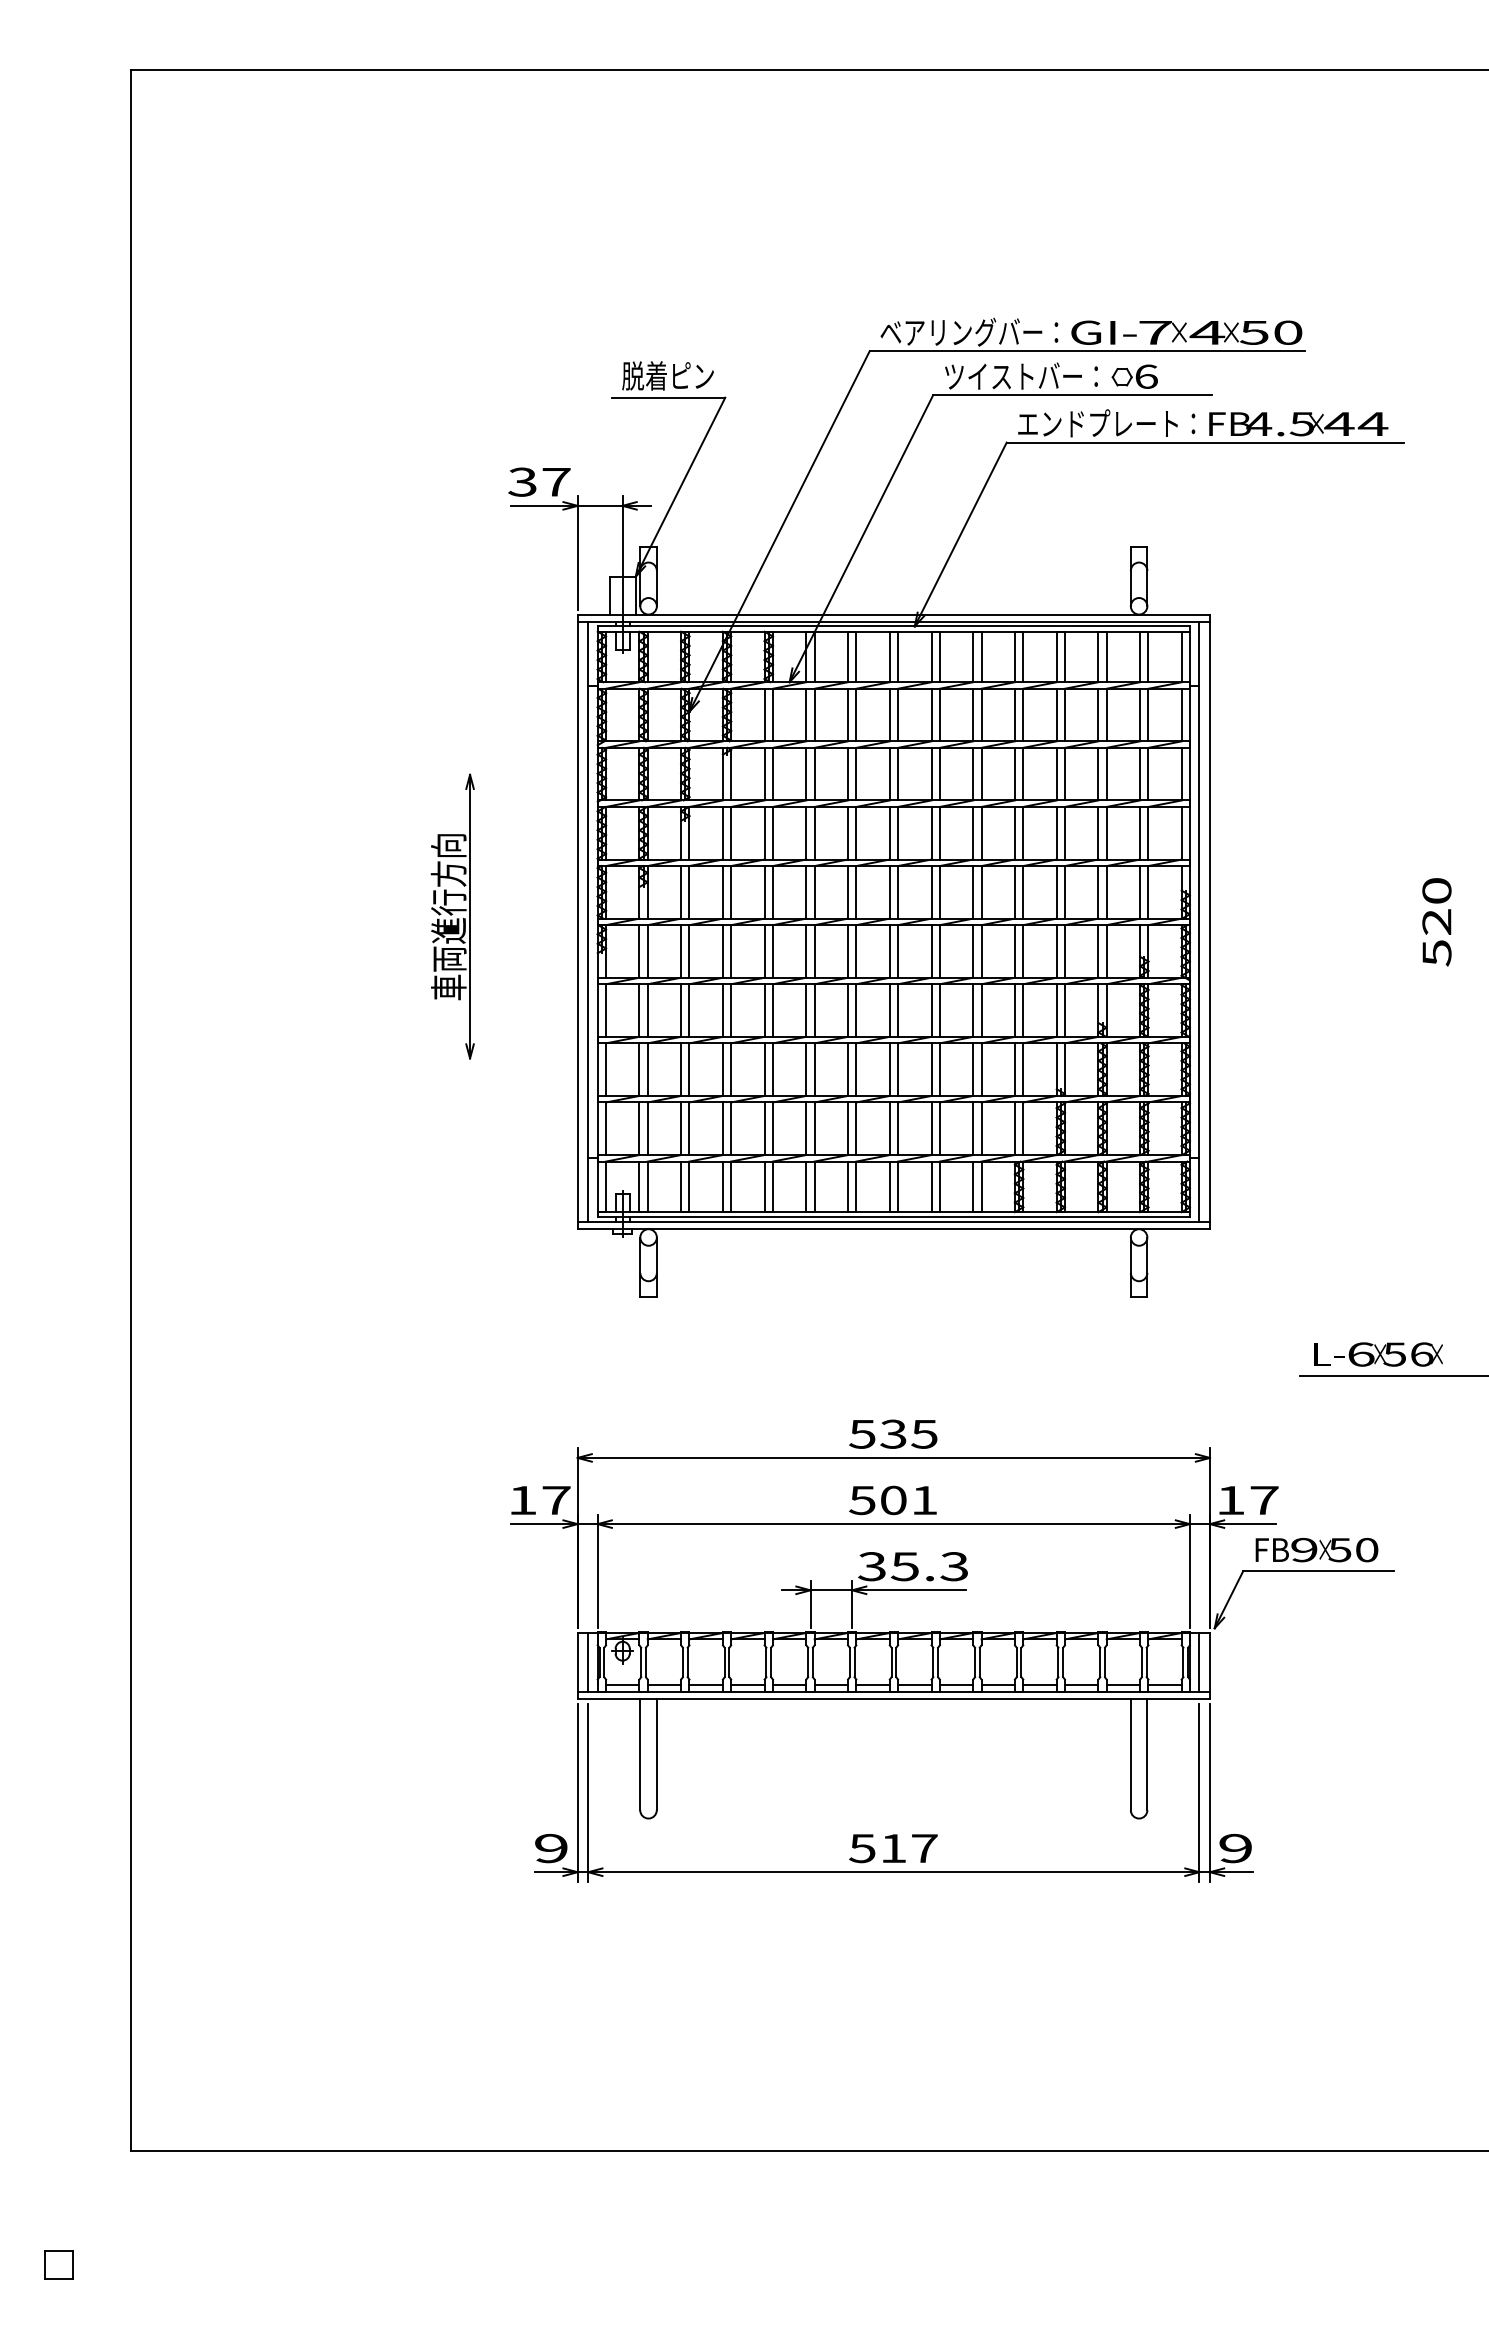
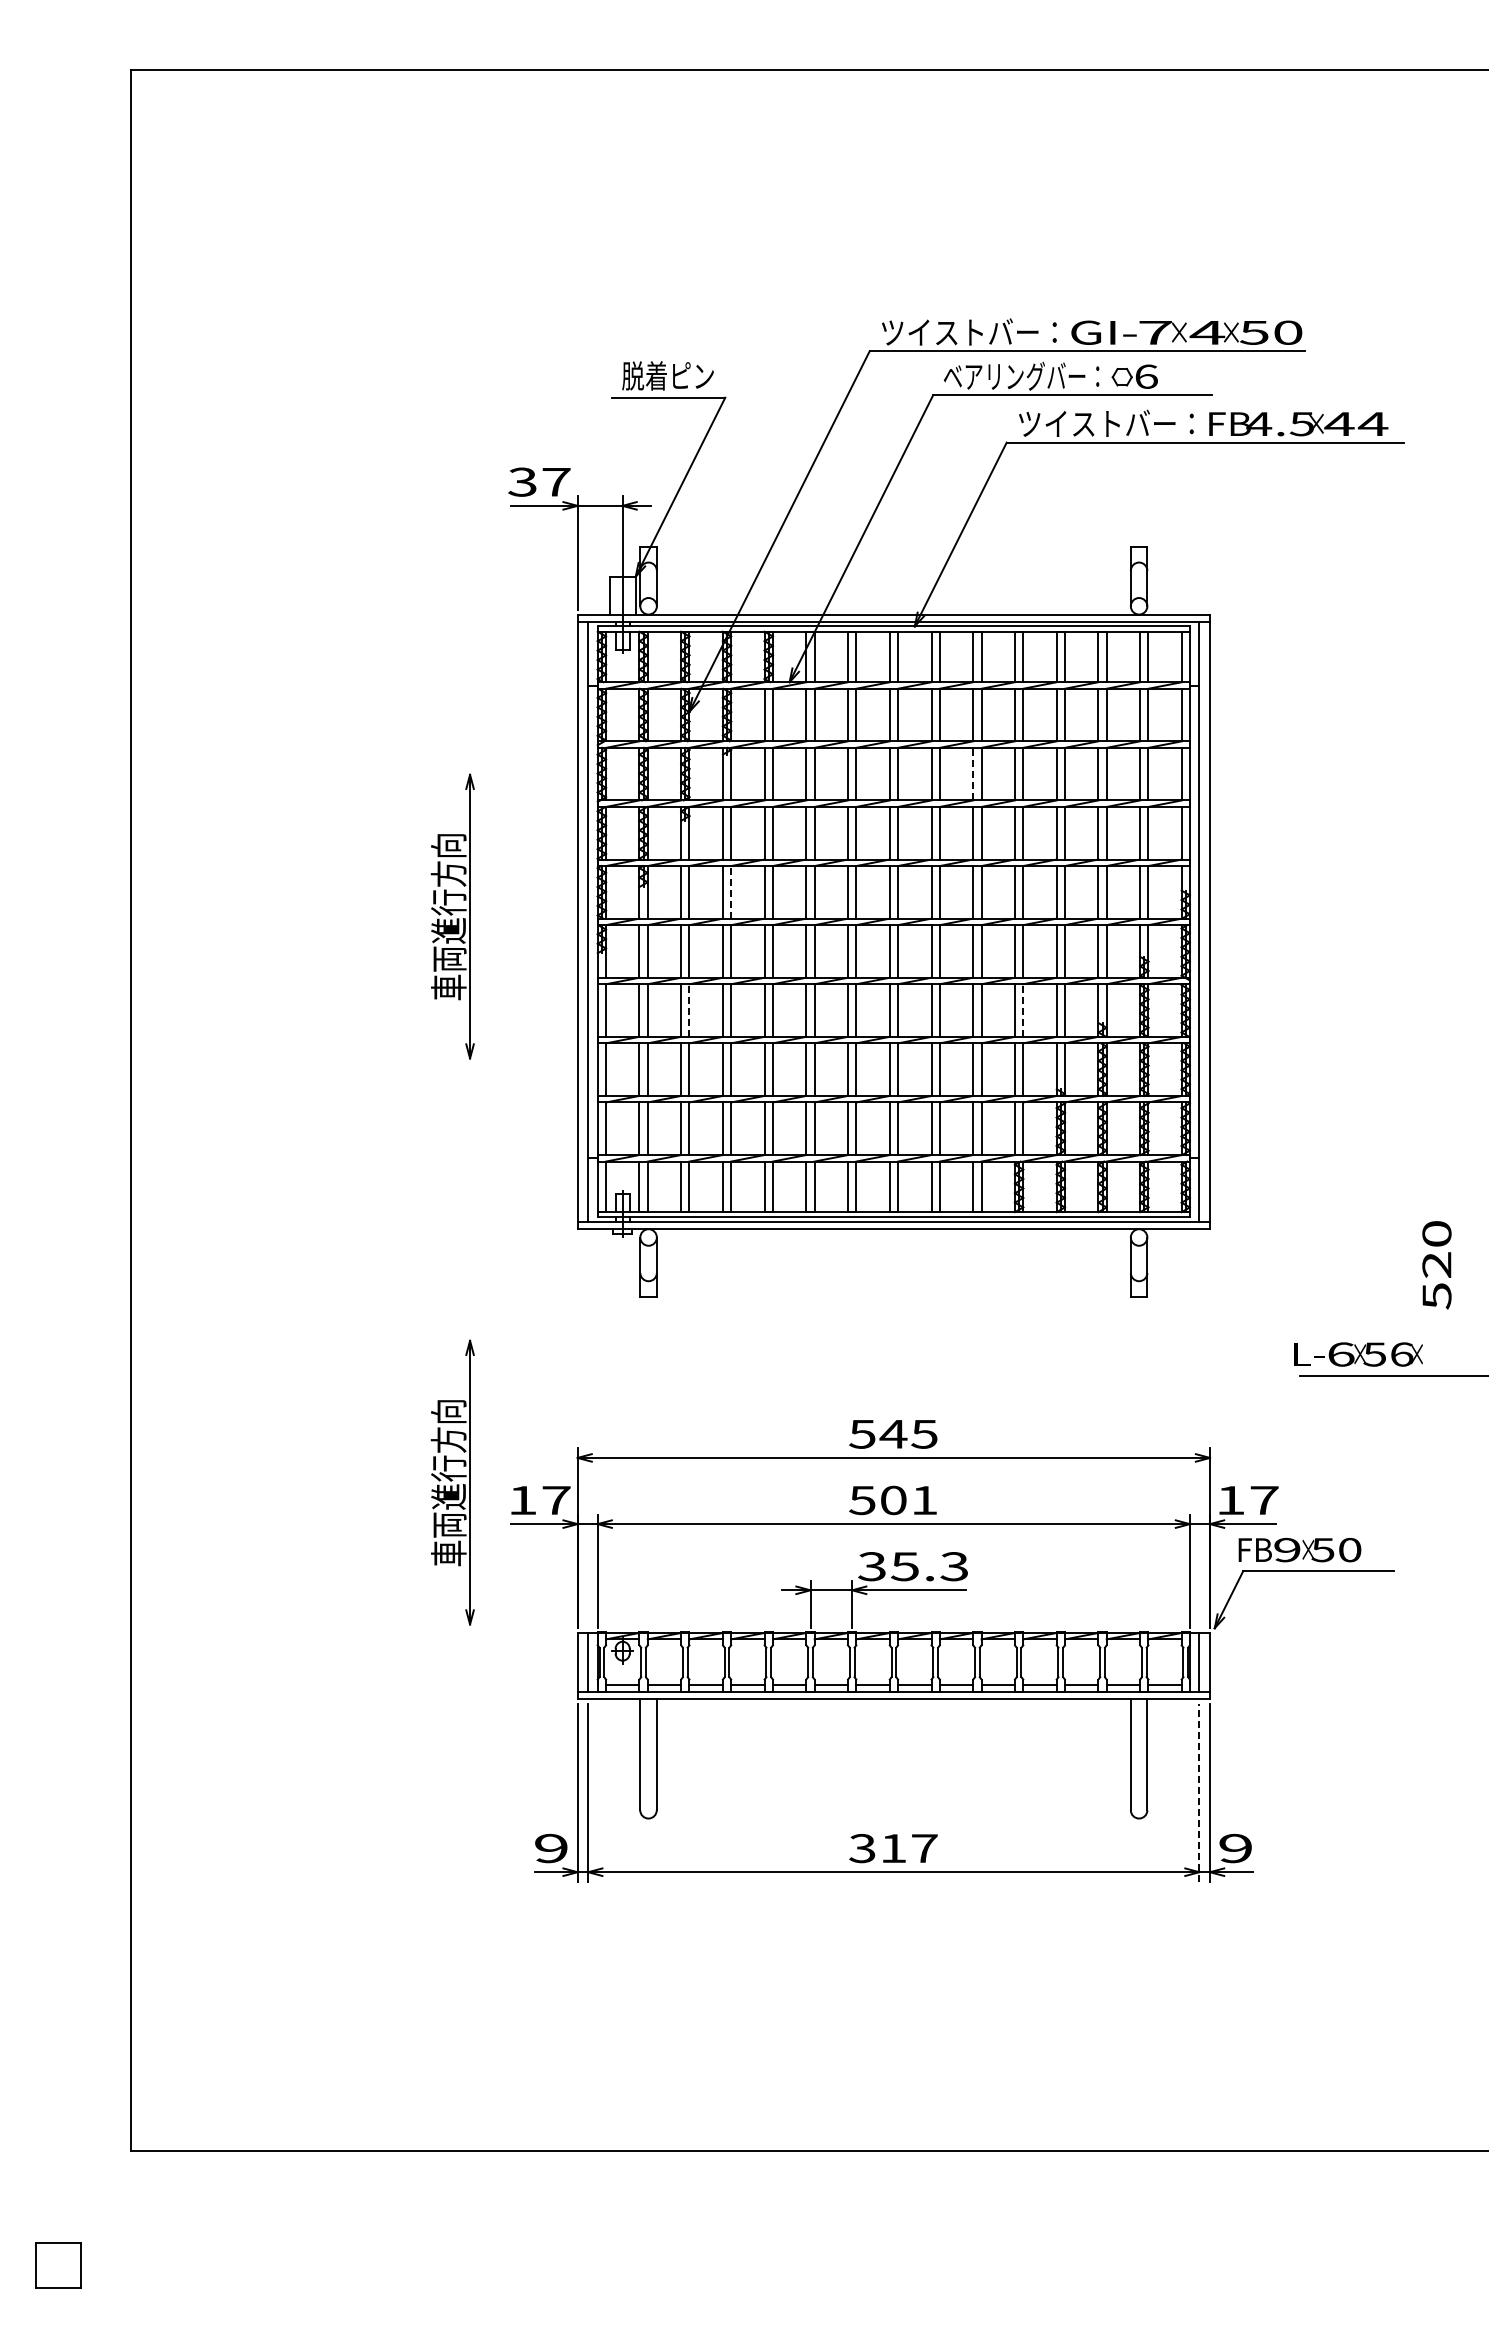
text at (969, 331): ベアリングバー： -> ツイストバー：
text at (1021, 375): ツイストバー： -> ベアリングバー：
text at (1106, 423): エンドプレート： -> ツイストバー：
line at (973, 773): solid -> dashed
line at (731, 891): solid -> dashed
text at (1436, 922) position: (1436, 922) -> (1436, 1265)
line at (689, 1010): solid -> dashed
line at (1023, 1010): solid -> dashed
text at (1378, 1354) position: (1378, 1354) -> (1358, 1354)
text at (893, 1433): 535 -> 545
part at (452, 1482): none -> present
text at (1316, 1550) position: (1316, 1550) -> (1299, 1550)
line at (1199, 1792): solid -> dashed
text at (862, 1847): 517 -> 317
part at (58, 2264) size: 30x30 px -> 47x47 px
